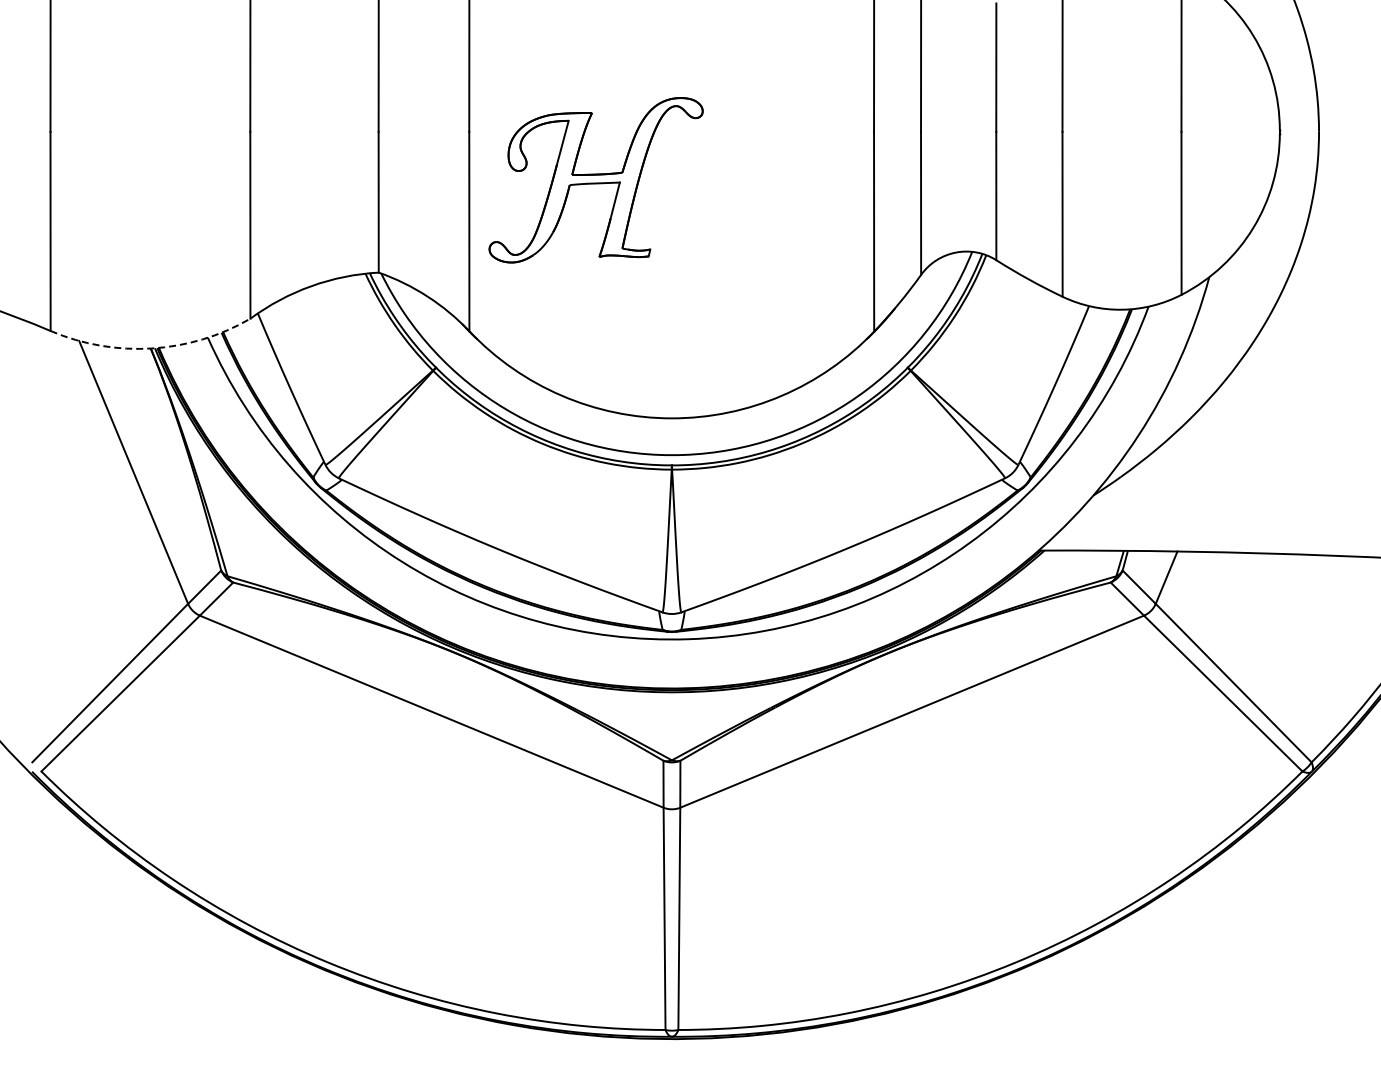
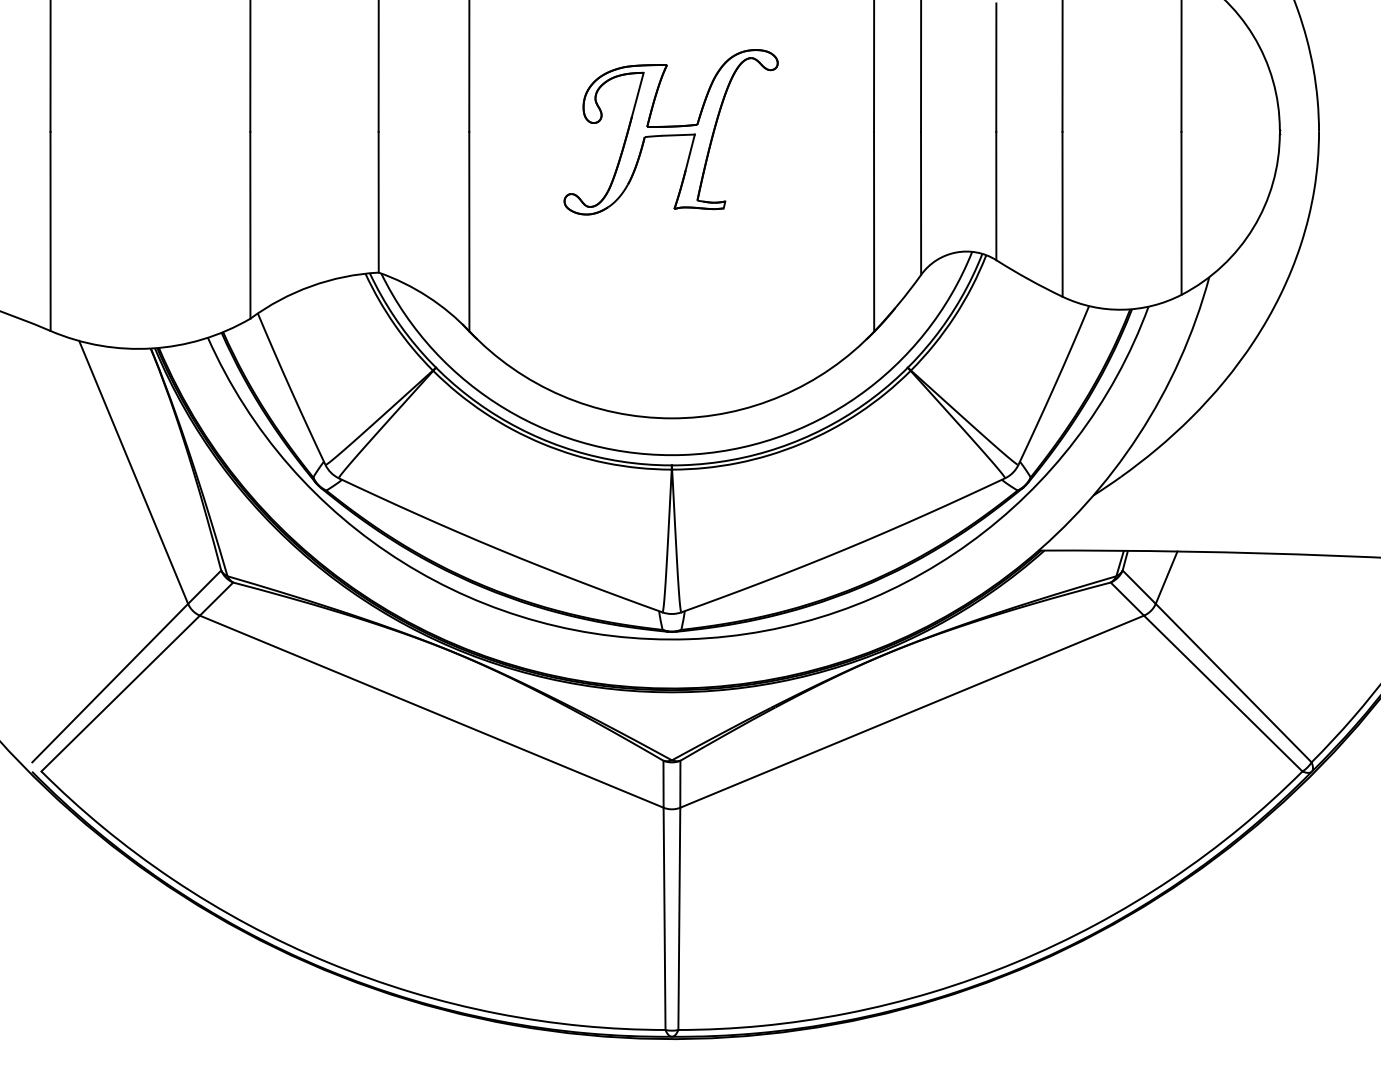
part at (595, 180) position: (595, 180) -> (670, 132)
arc at (152, 348): dashed -> solid
